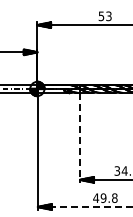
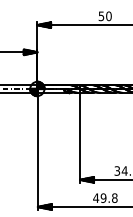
text at (108, 16): 53 -> 50
line at (80, 137): dashed -> solid
line at (85, 207): dashed -> solid
